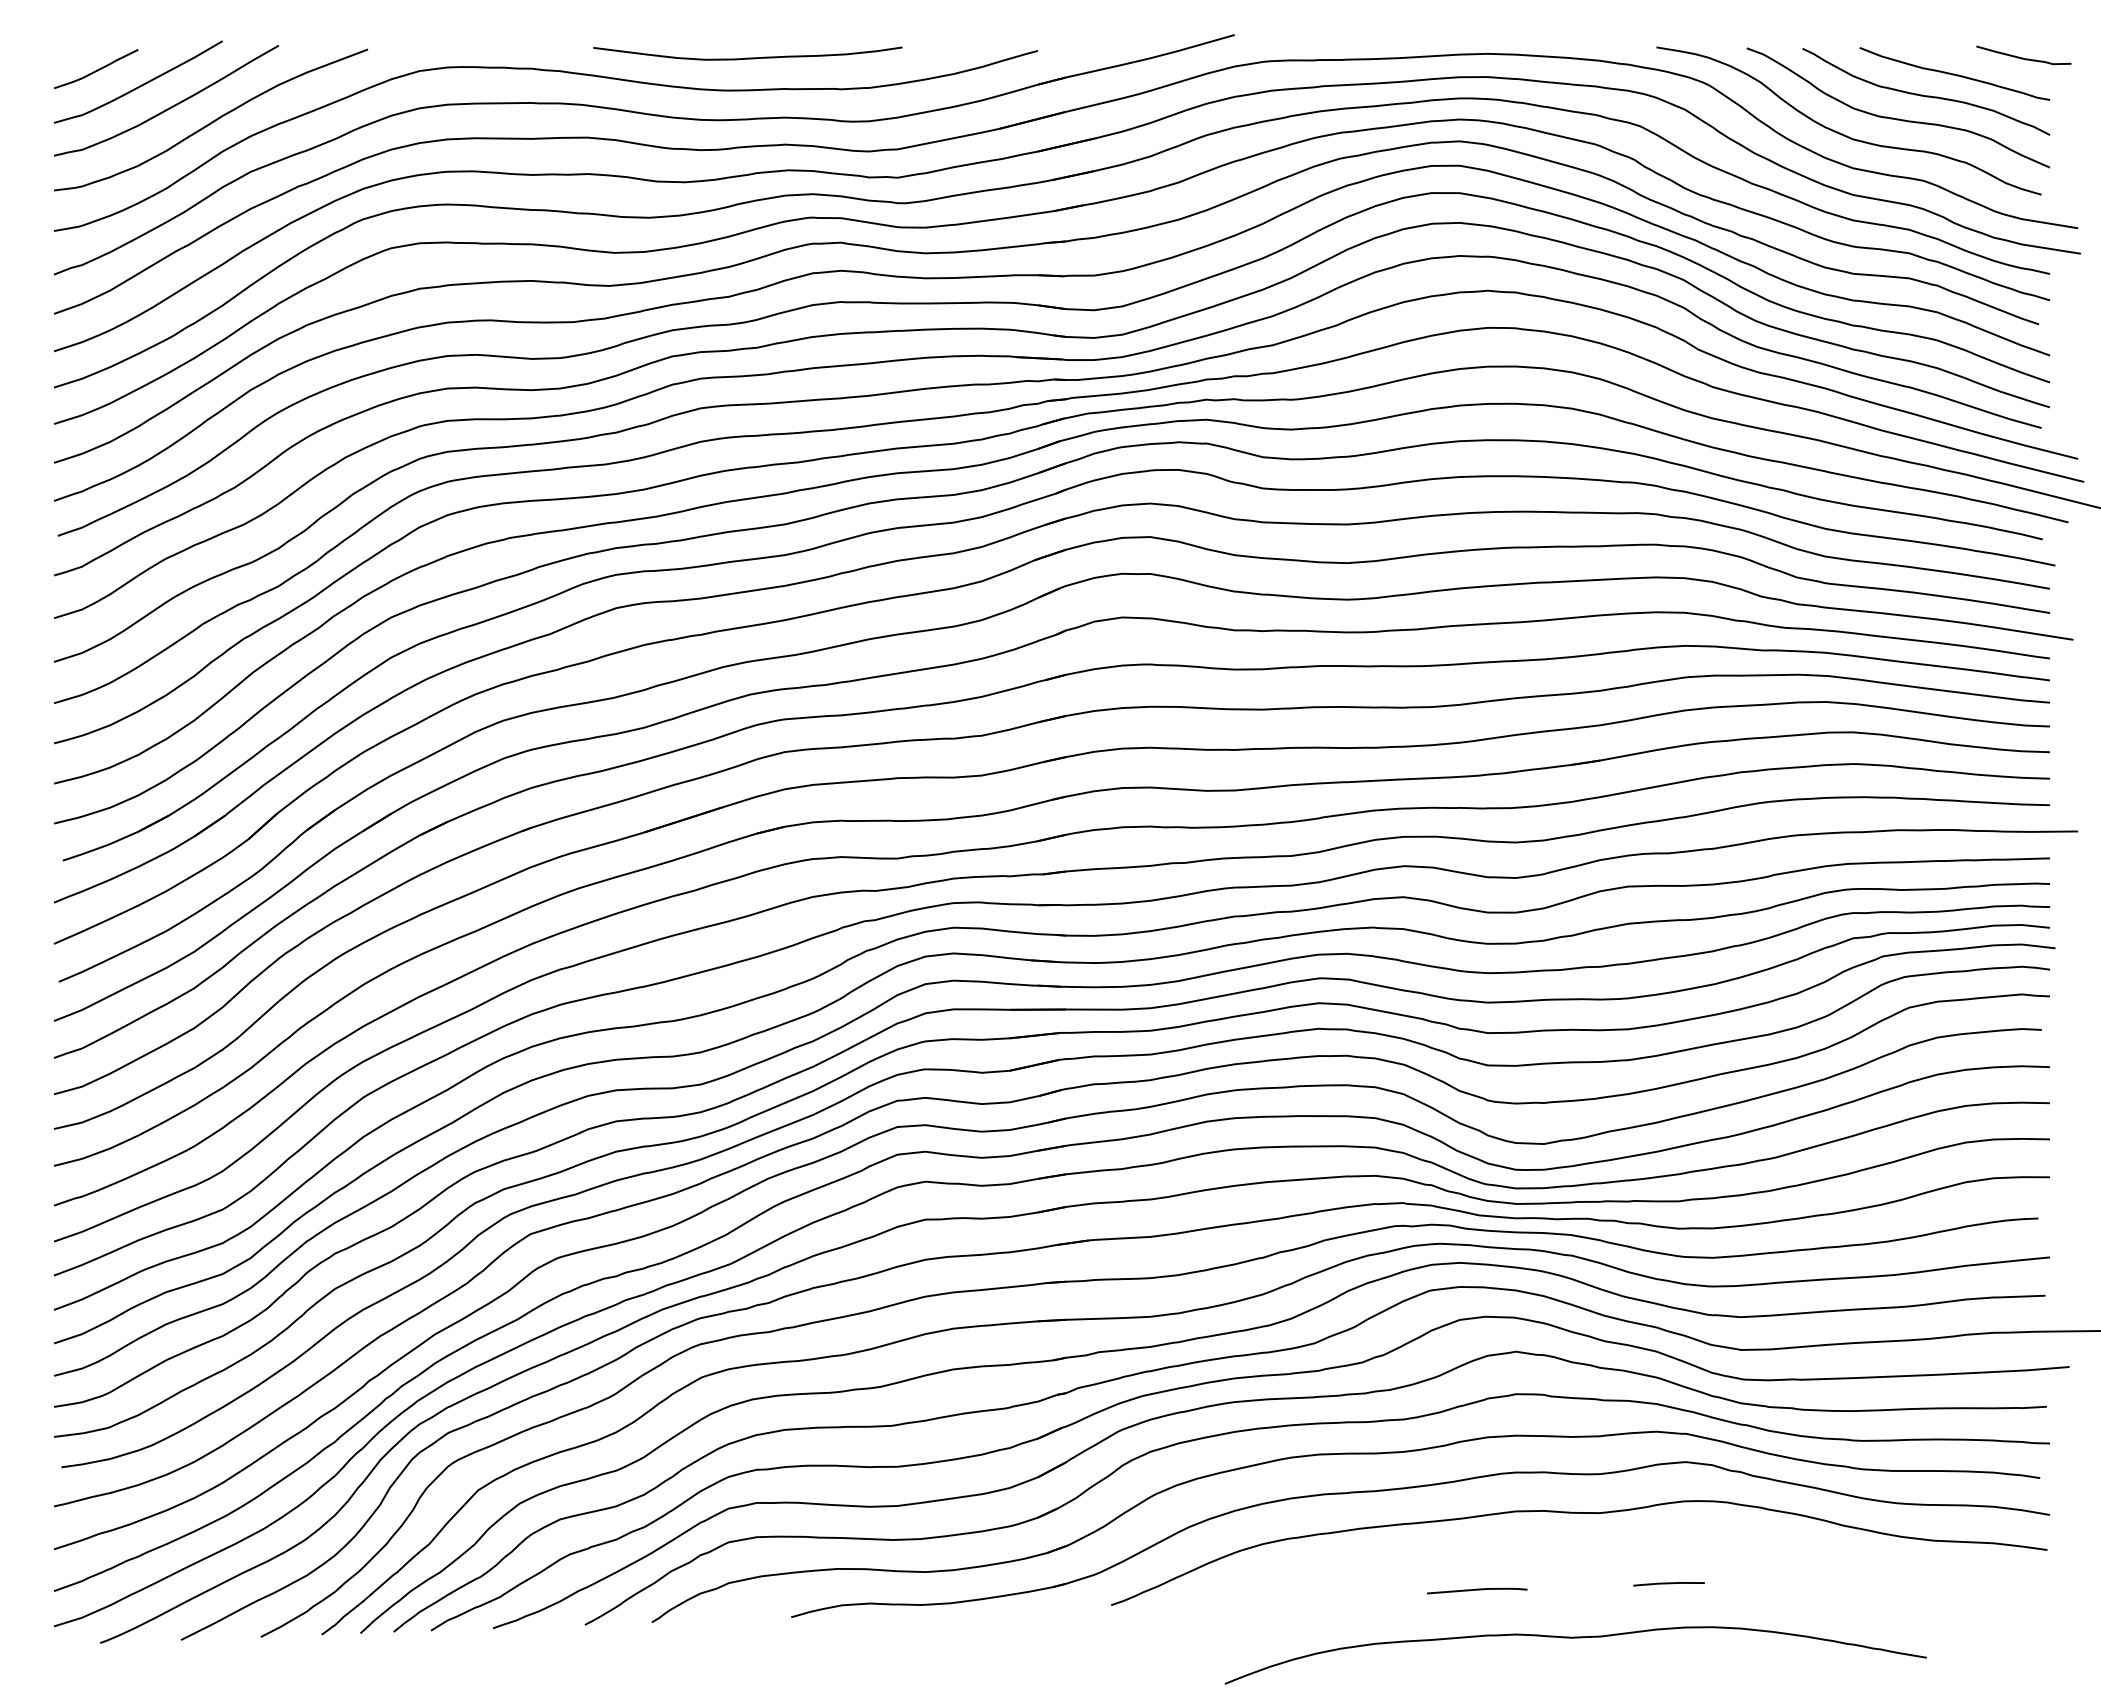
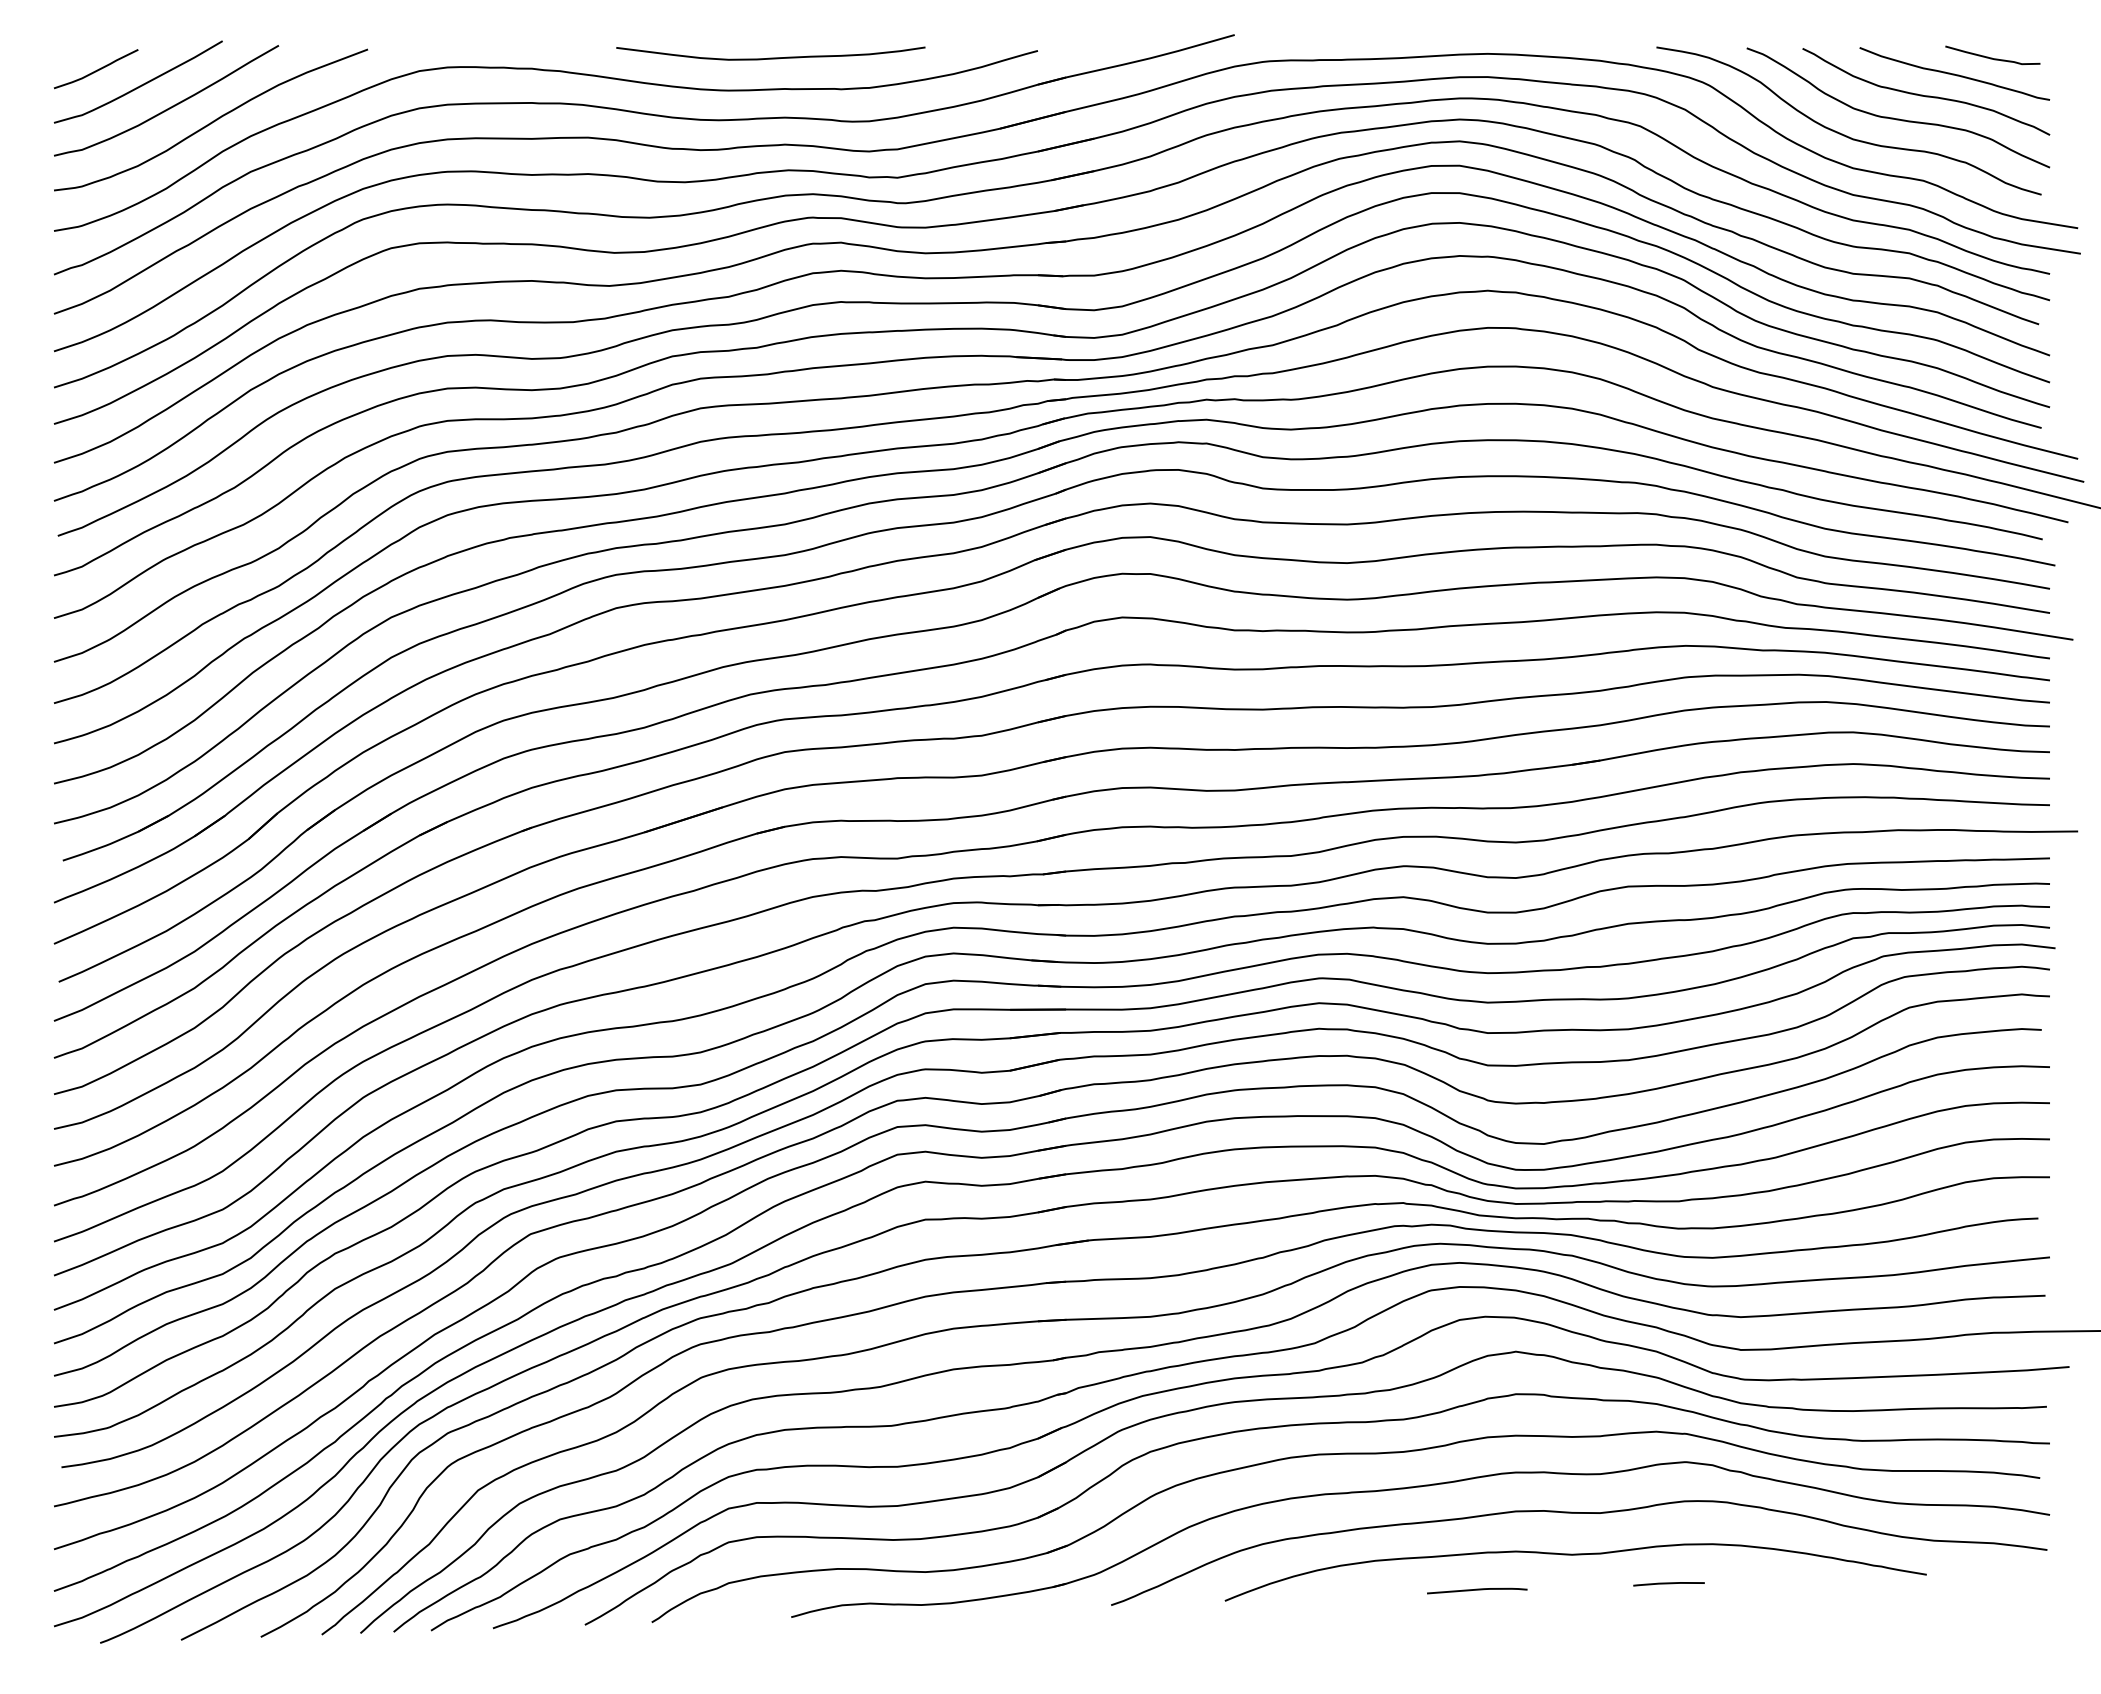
curve at (747, 57) position: (747, 57) -> (770, 57)
curve at (2023, 57) position: (2023, 57) -> (1992, 57)
curve at (1575, 1638) position: (1575, 1638) -> (1575, 1555)
